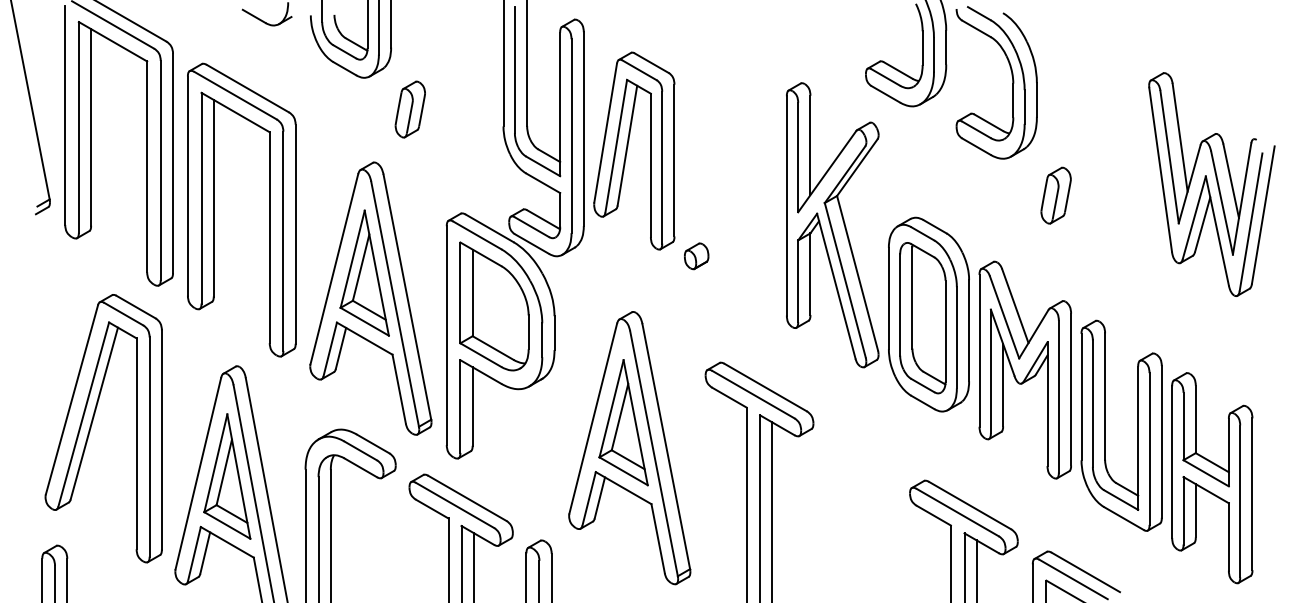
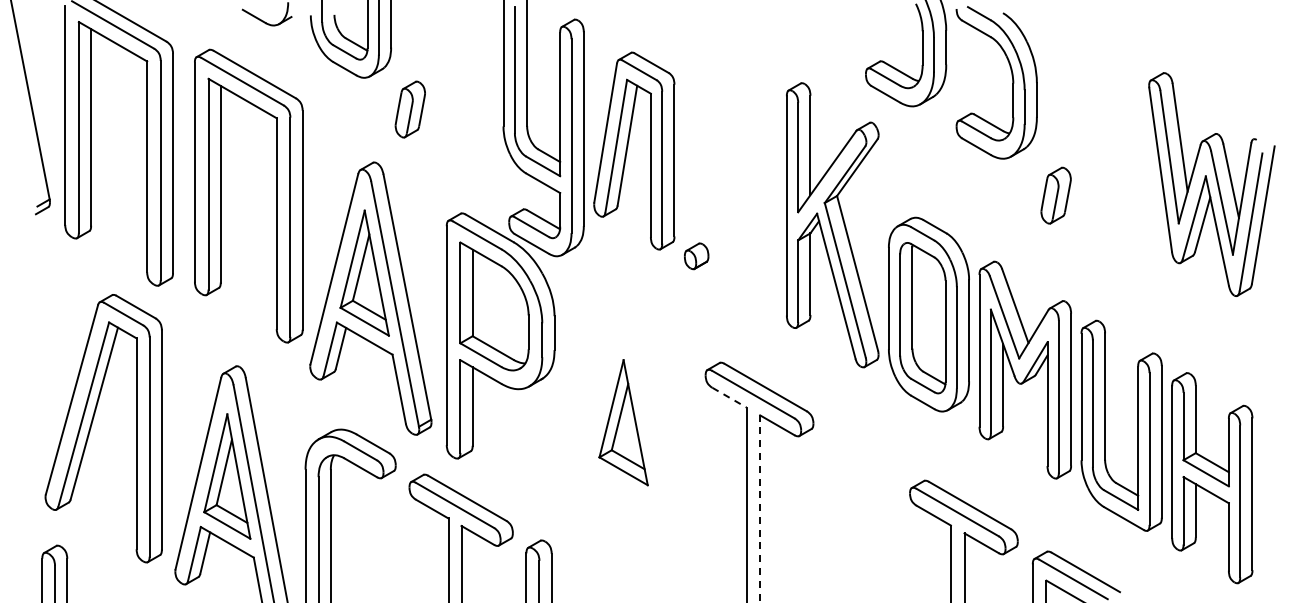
part at (214, 209) position: (214, 209) -> (221, 195)
line at (729, 397): solid -> dashed
part at (629, 448): present -> none
line at (760, 508): solid -> dashed
line at (772, 510): present -> none
line at (473, 566): present -> none
line at (976, 569): present -> none
